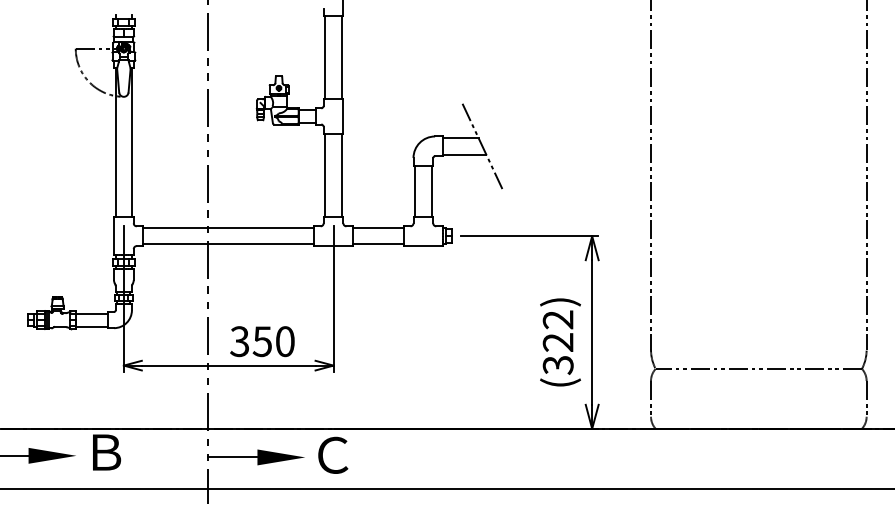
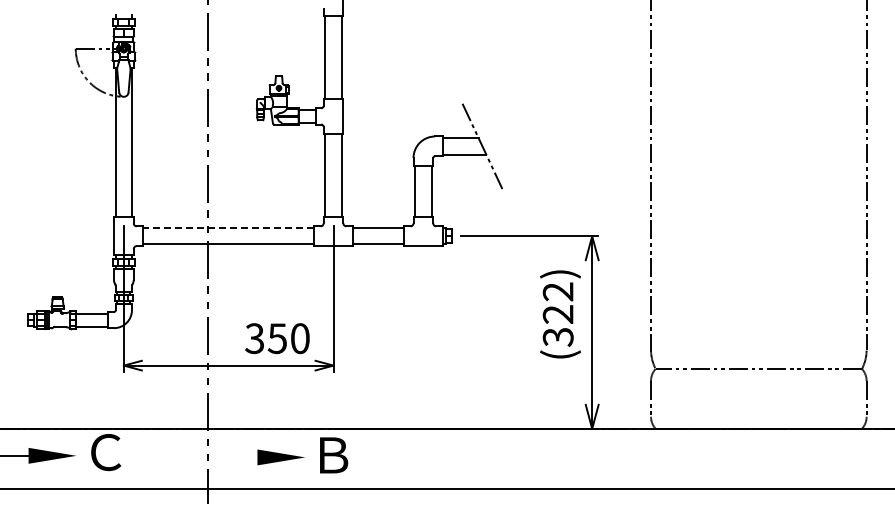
line at (228, 228): solid -> dashed
text at (262, 341) position: (262, 341) -> (277, 338)
text at (560, 342) position: (560, 342) -> (560, 314)
text at (106, 452): Ｂ -> Ｃ
text at (333, 454): Ｃ -> Ｂ
line at (232, 457): present -> none
